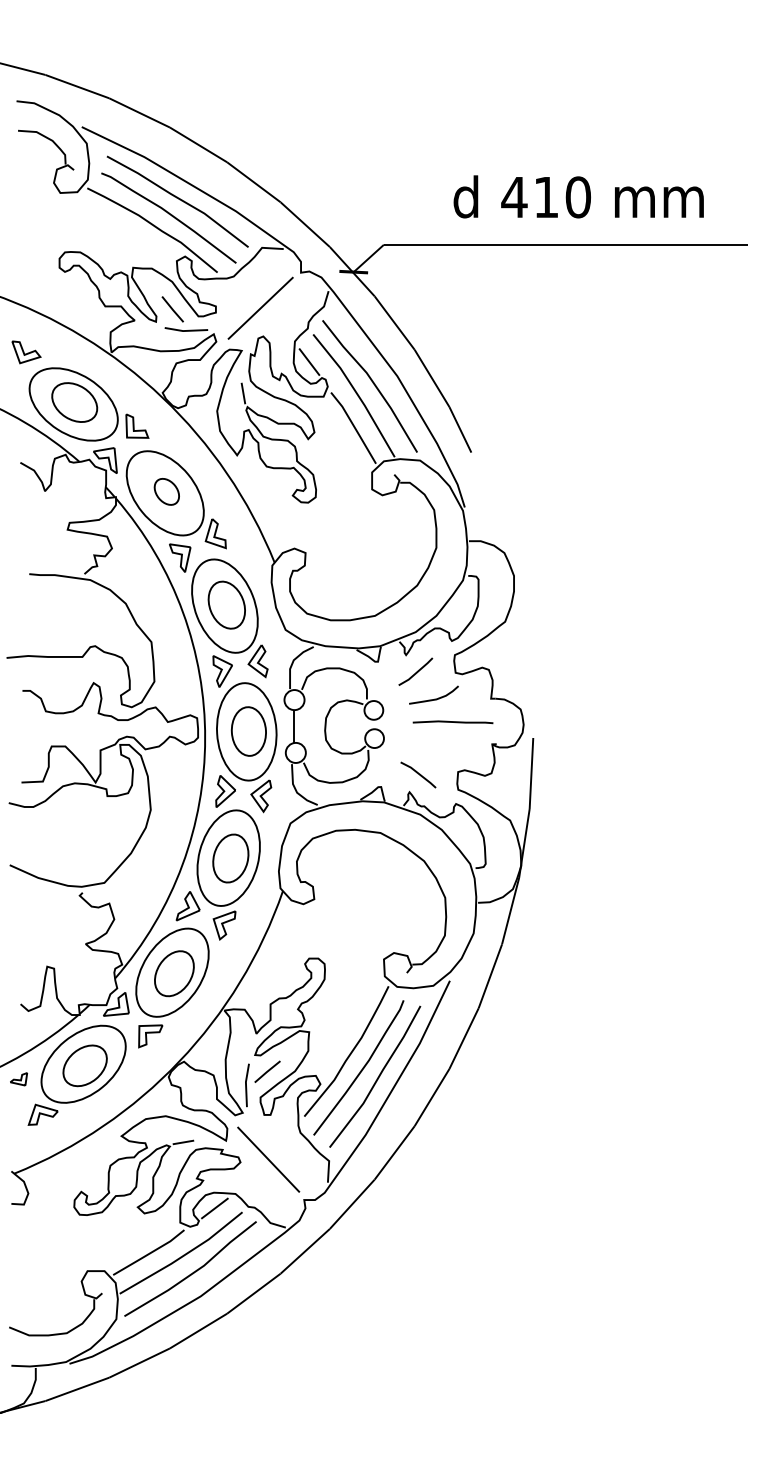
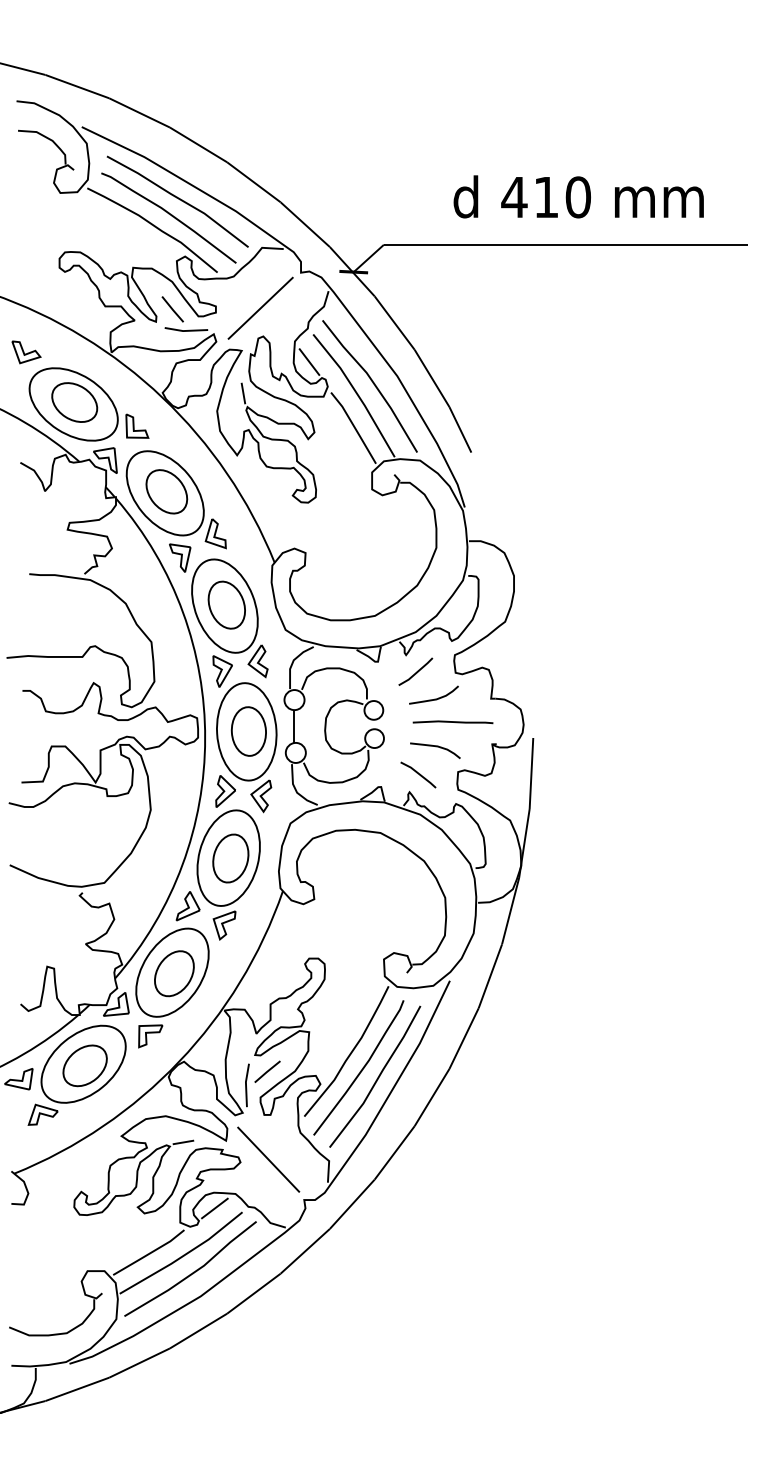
part at (166, 491) size: 27x28 px -> 44x46 px
curve at (435, 747): none -> present
part at (19, 1079) size: 19x15 px -> 30x23 px
